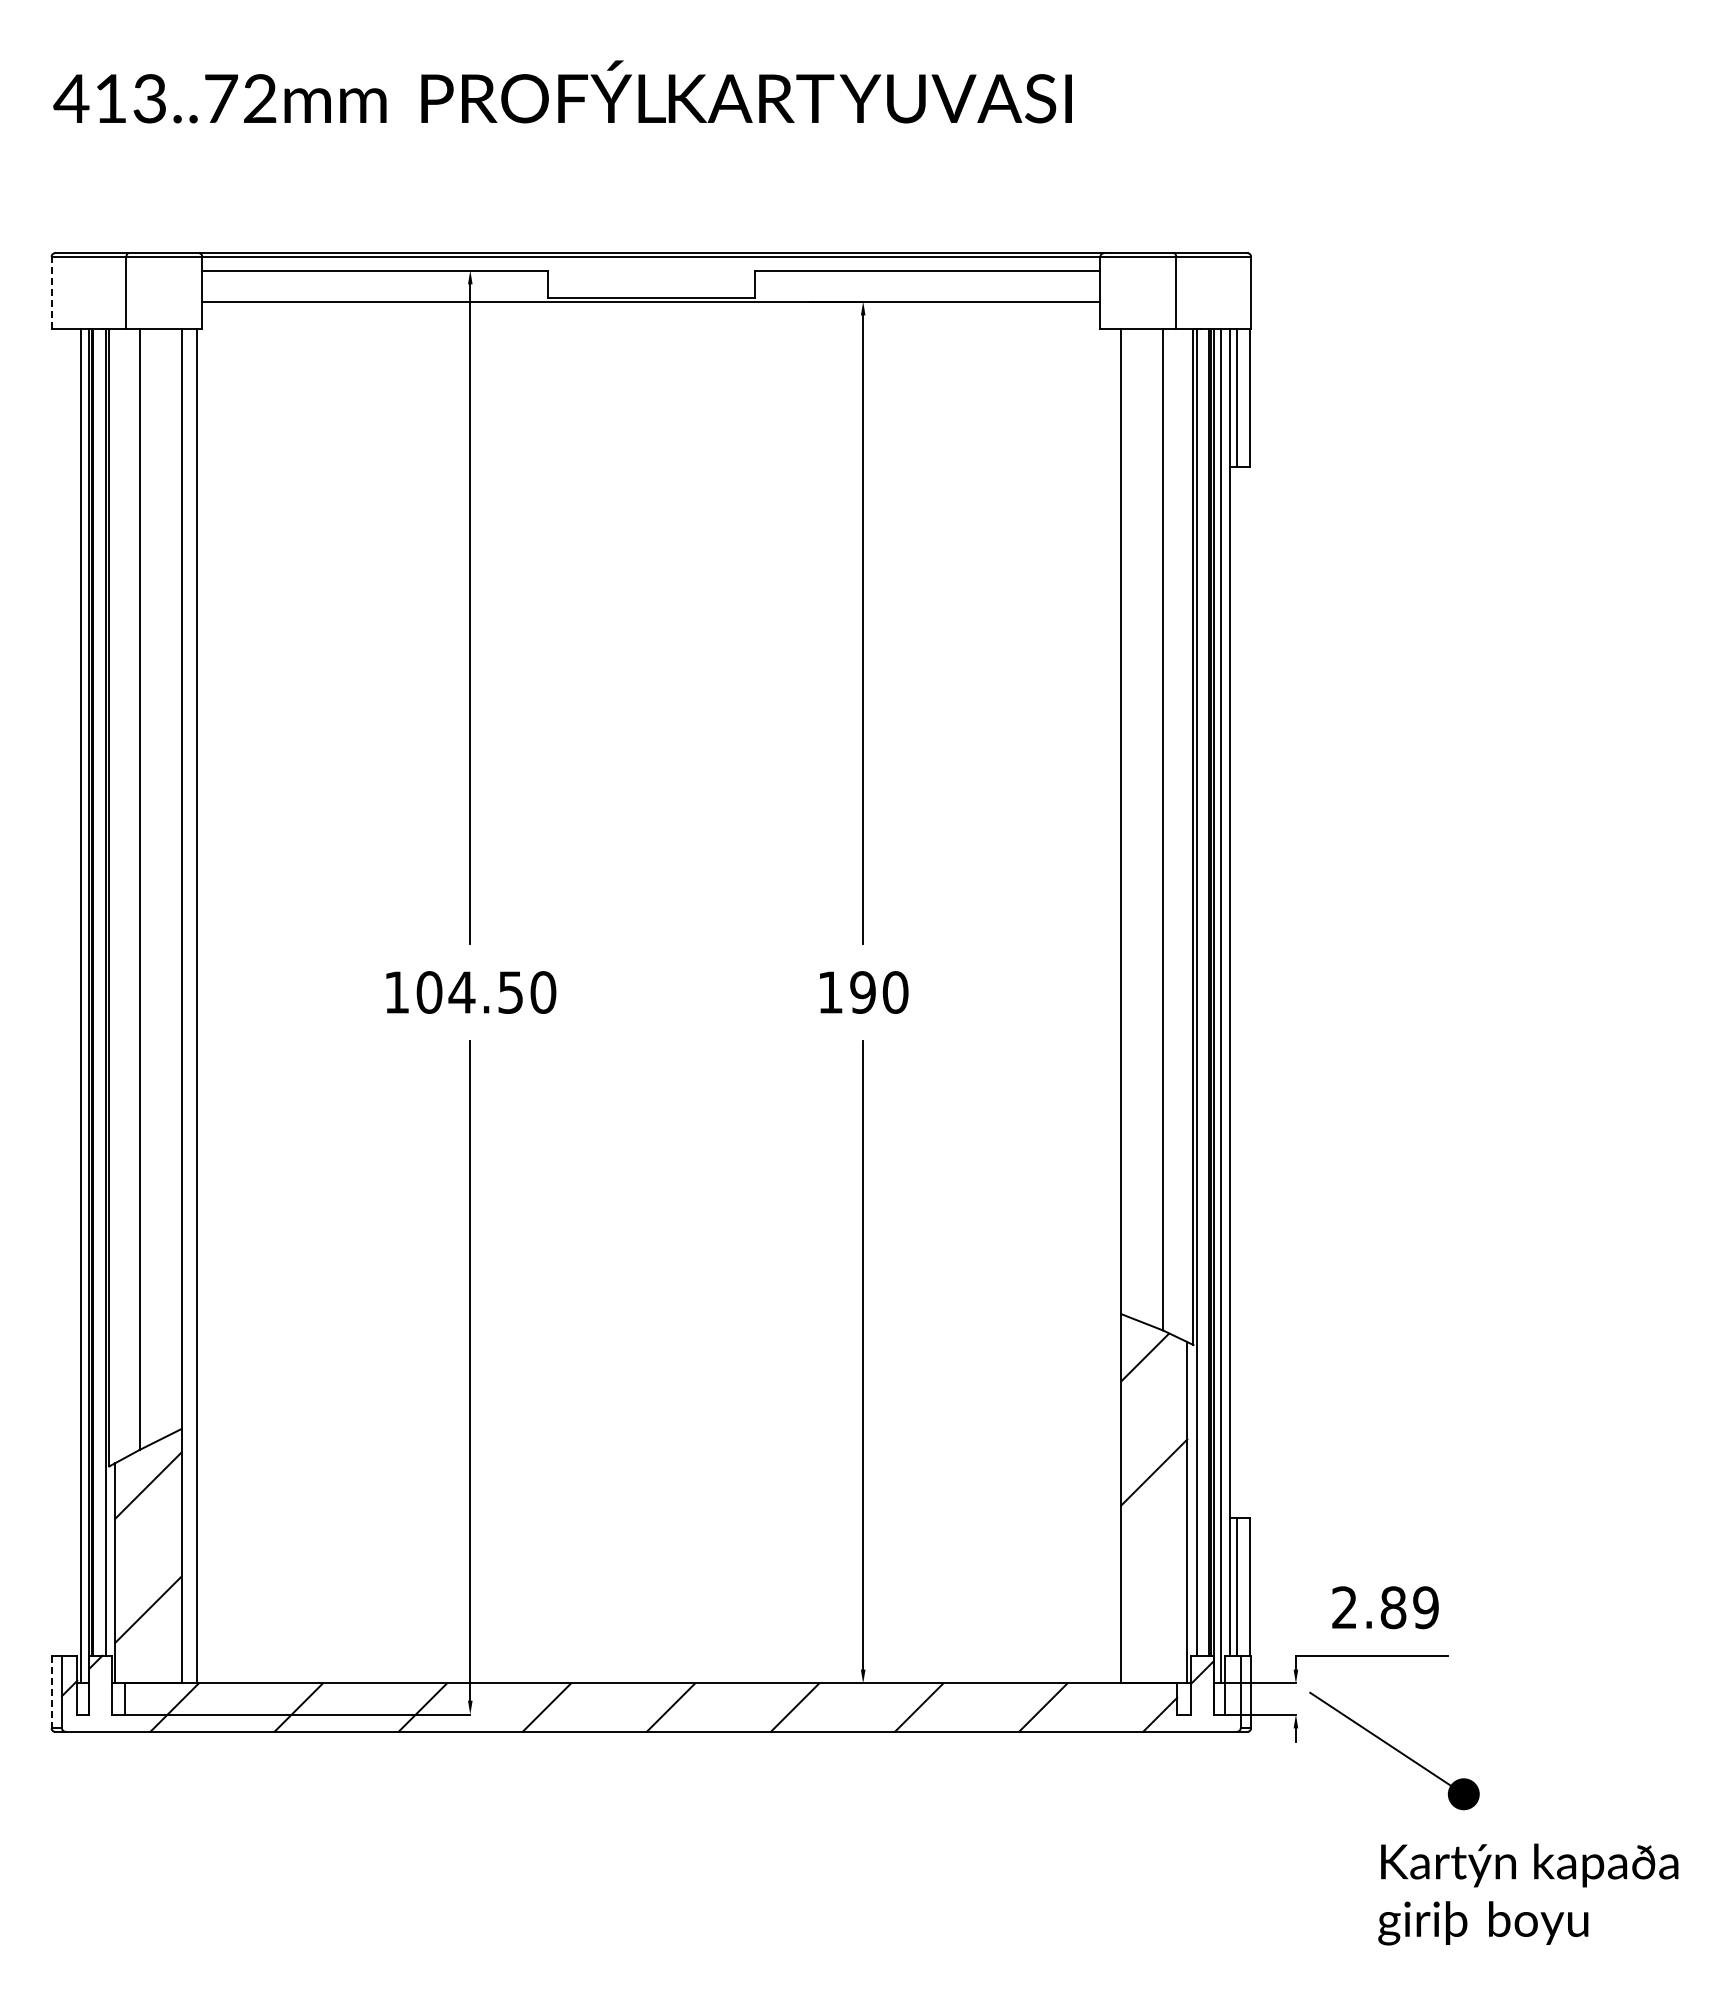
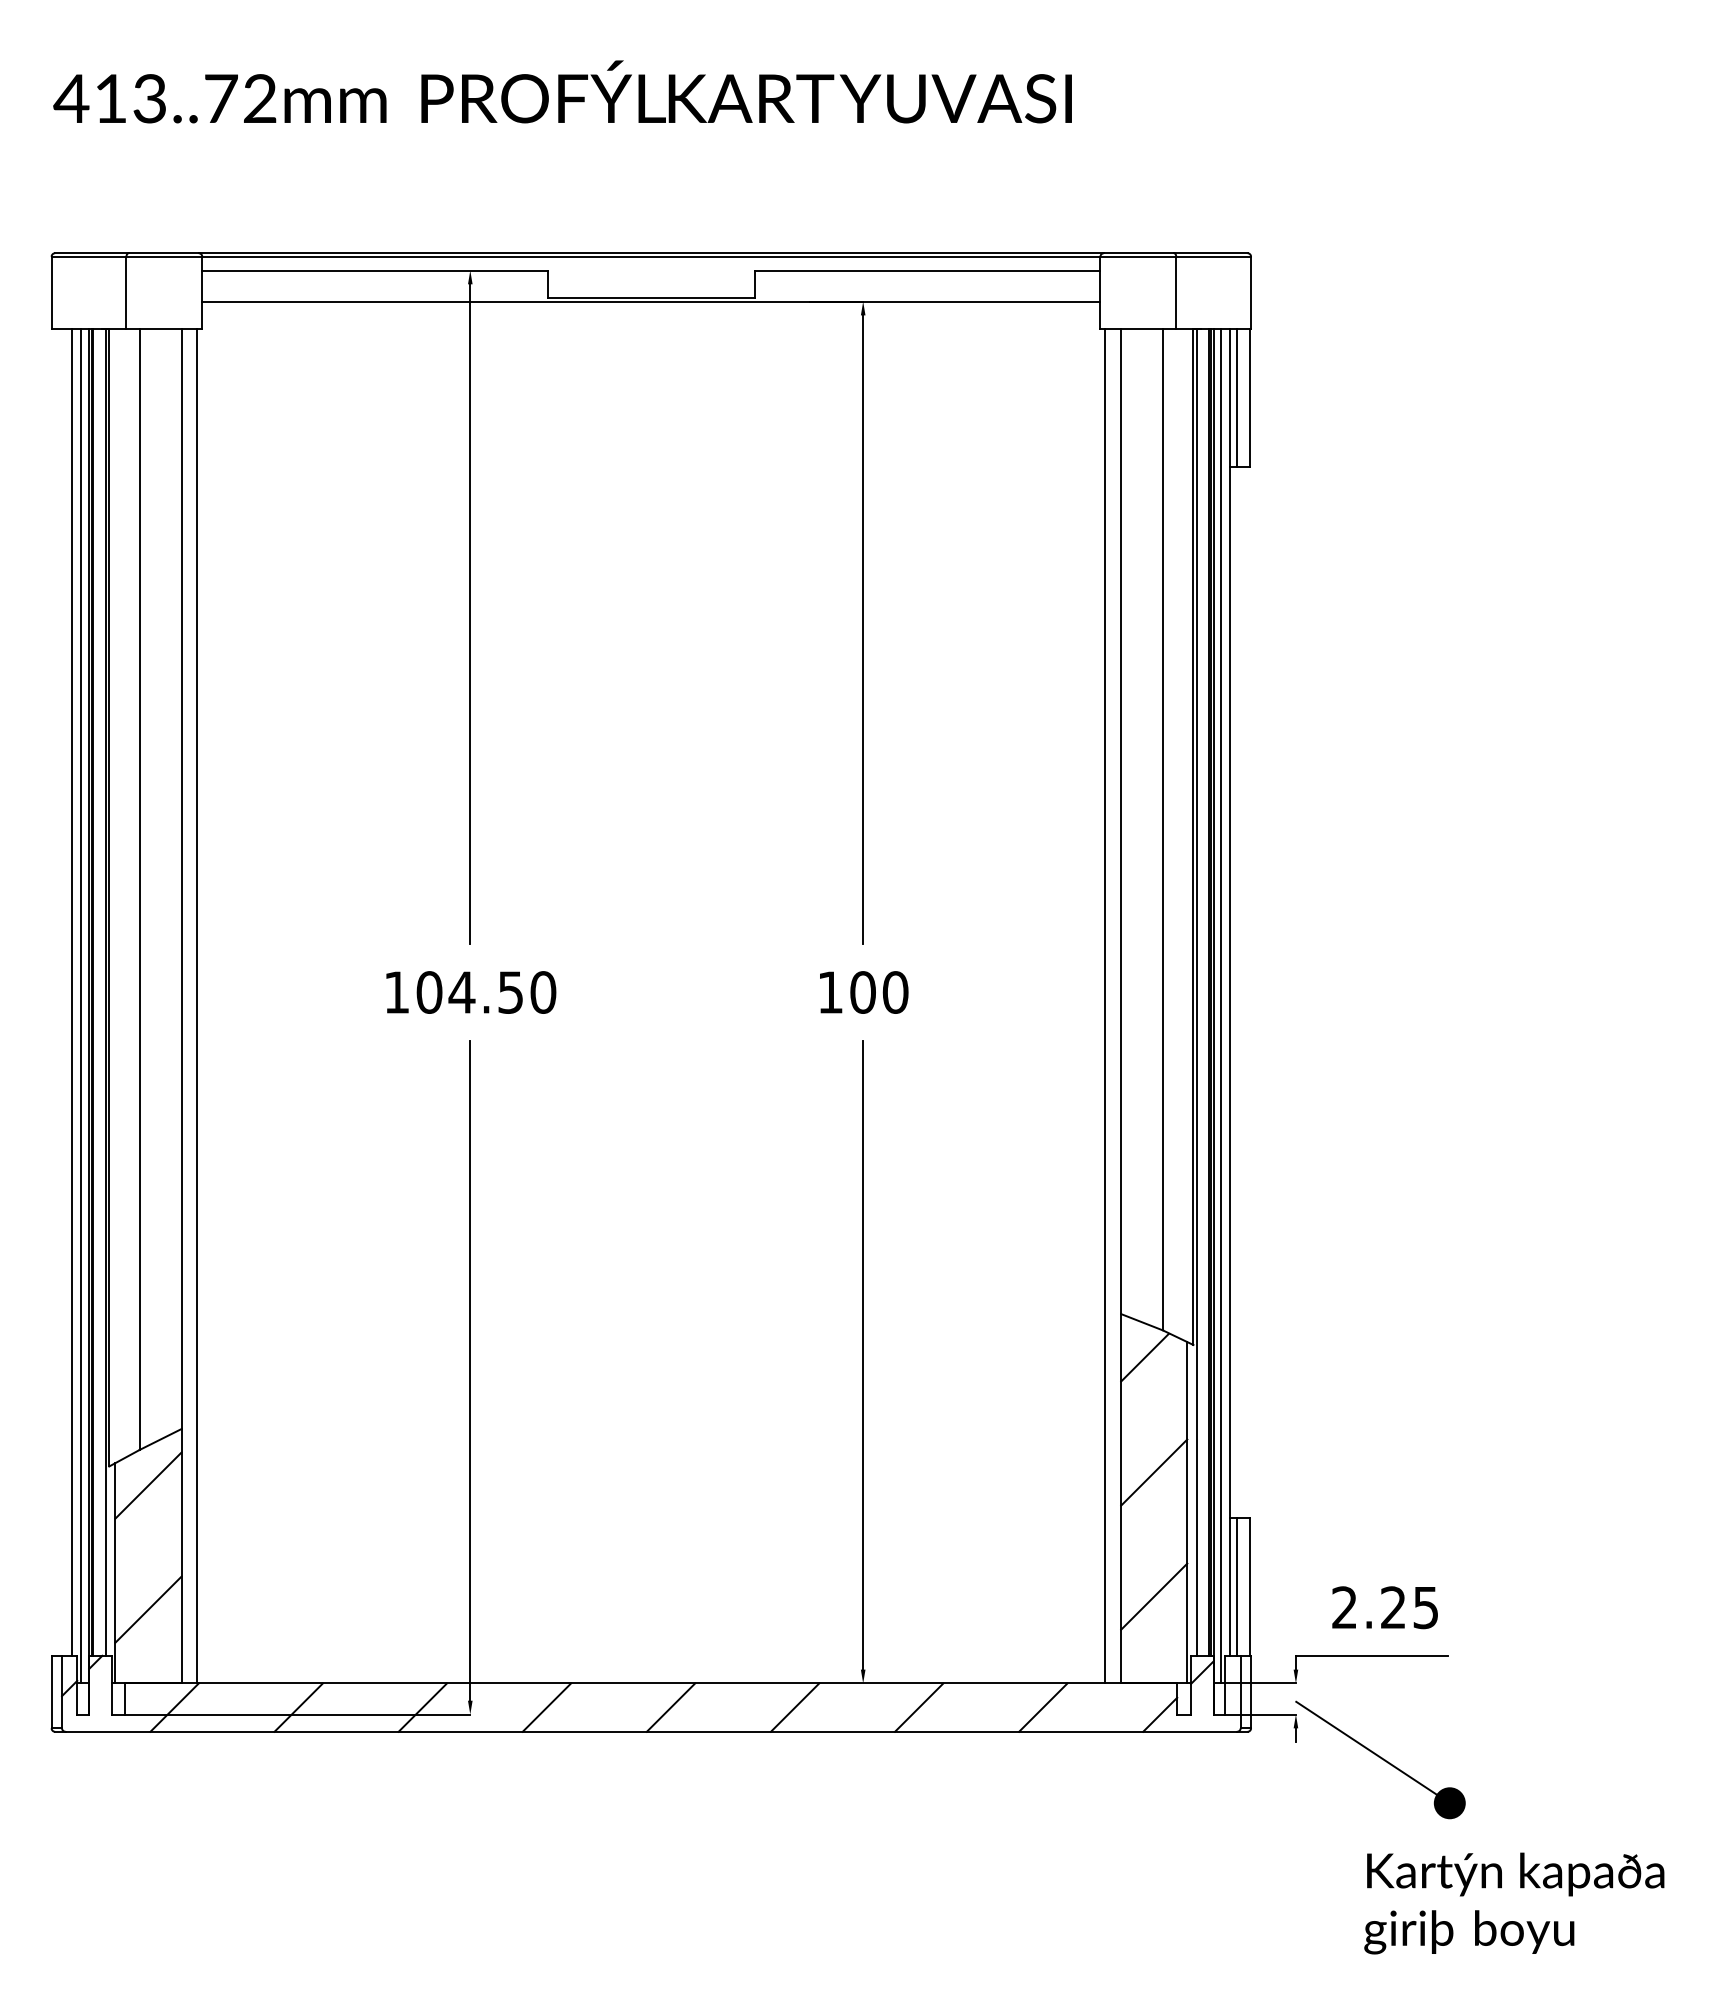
line at (51, 292): dashed -> solid
line at (72, 992): none -> present
text at (862, 992): 190 -> 100
line at (1105, 1006): none -> present
line at (1154, 1596): none -> present
text at (1409, 1607): 2.89 -> 2.25
line at (51, 1692): dashed -> solid
part at (1394, 1750) position: (1394, 1750) -> (1380, 1759)
text at (1528, 1894) position: (1528, 1894) -> (1514, 1903)
